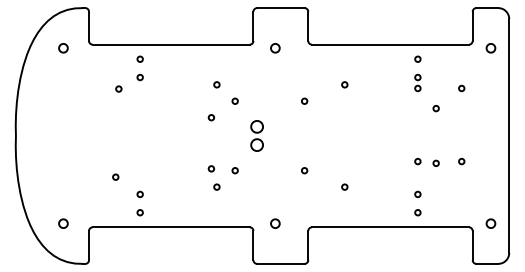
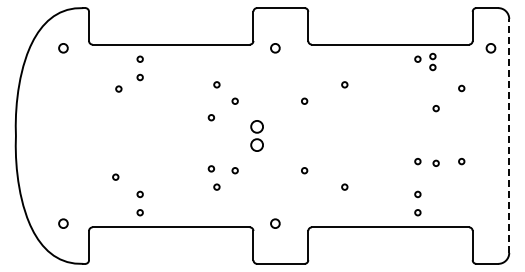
part at (417, 82) position: (417, 82) -> (432, 61)
line at (509, 136): solid -> dashed
circle at (490, 223): present -> none
